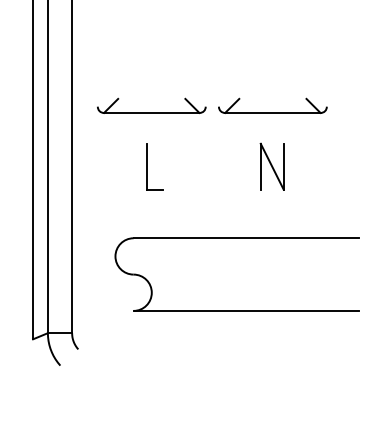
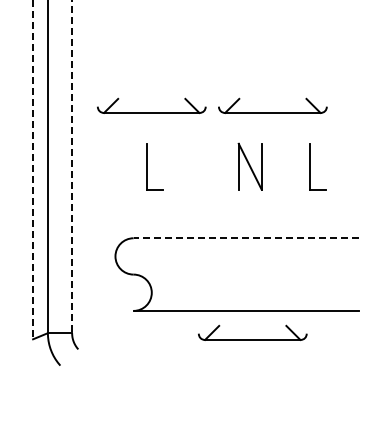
part at (271, 166) position: (271, 166) -> (249, 166)
part at (310, 166): none -> present
line at (72, 167): solid -> dashed
line at (33, 170): solid -> dashed
line at (246, 238): solid -> dashed
part at (252, 339): none -> present
